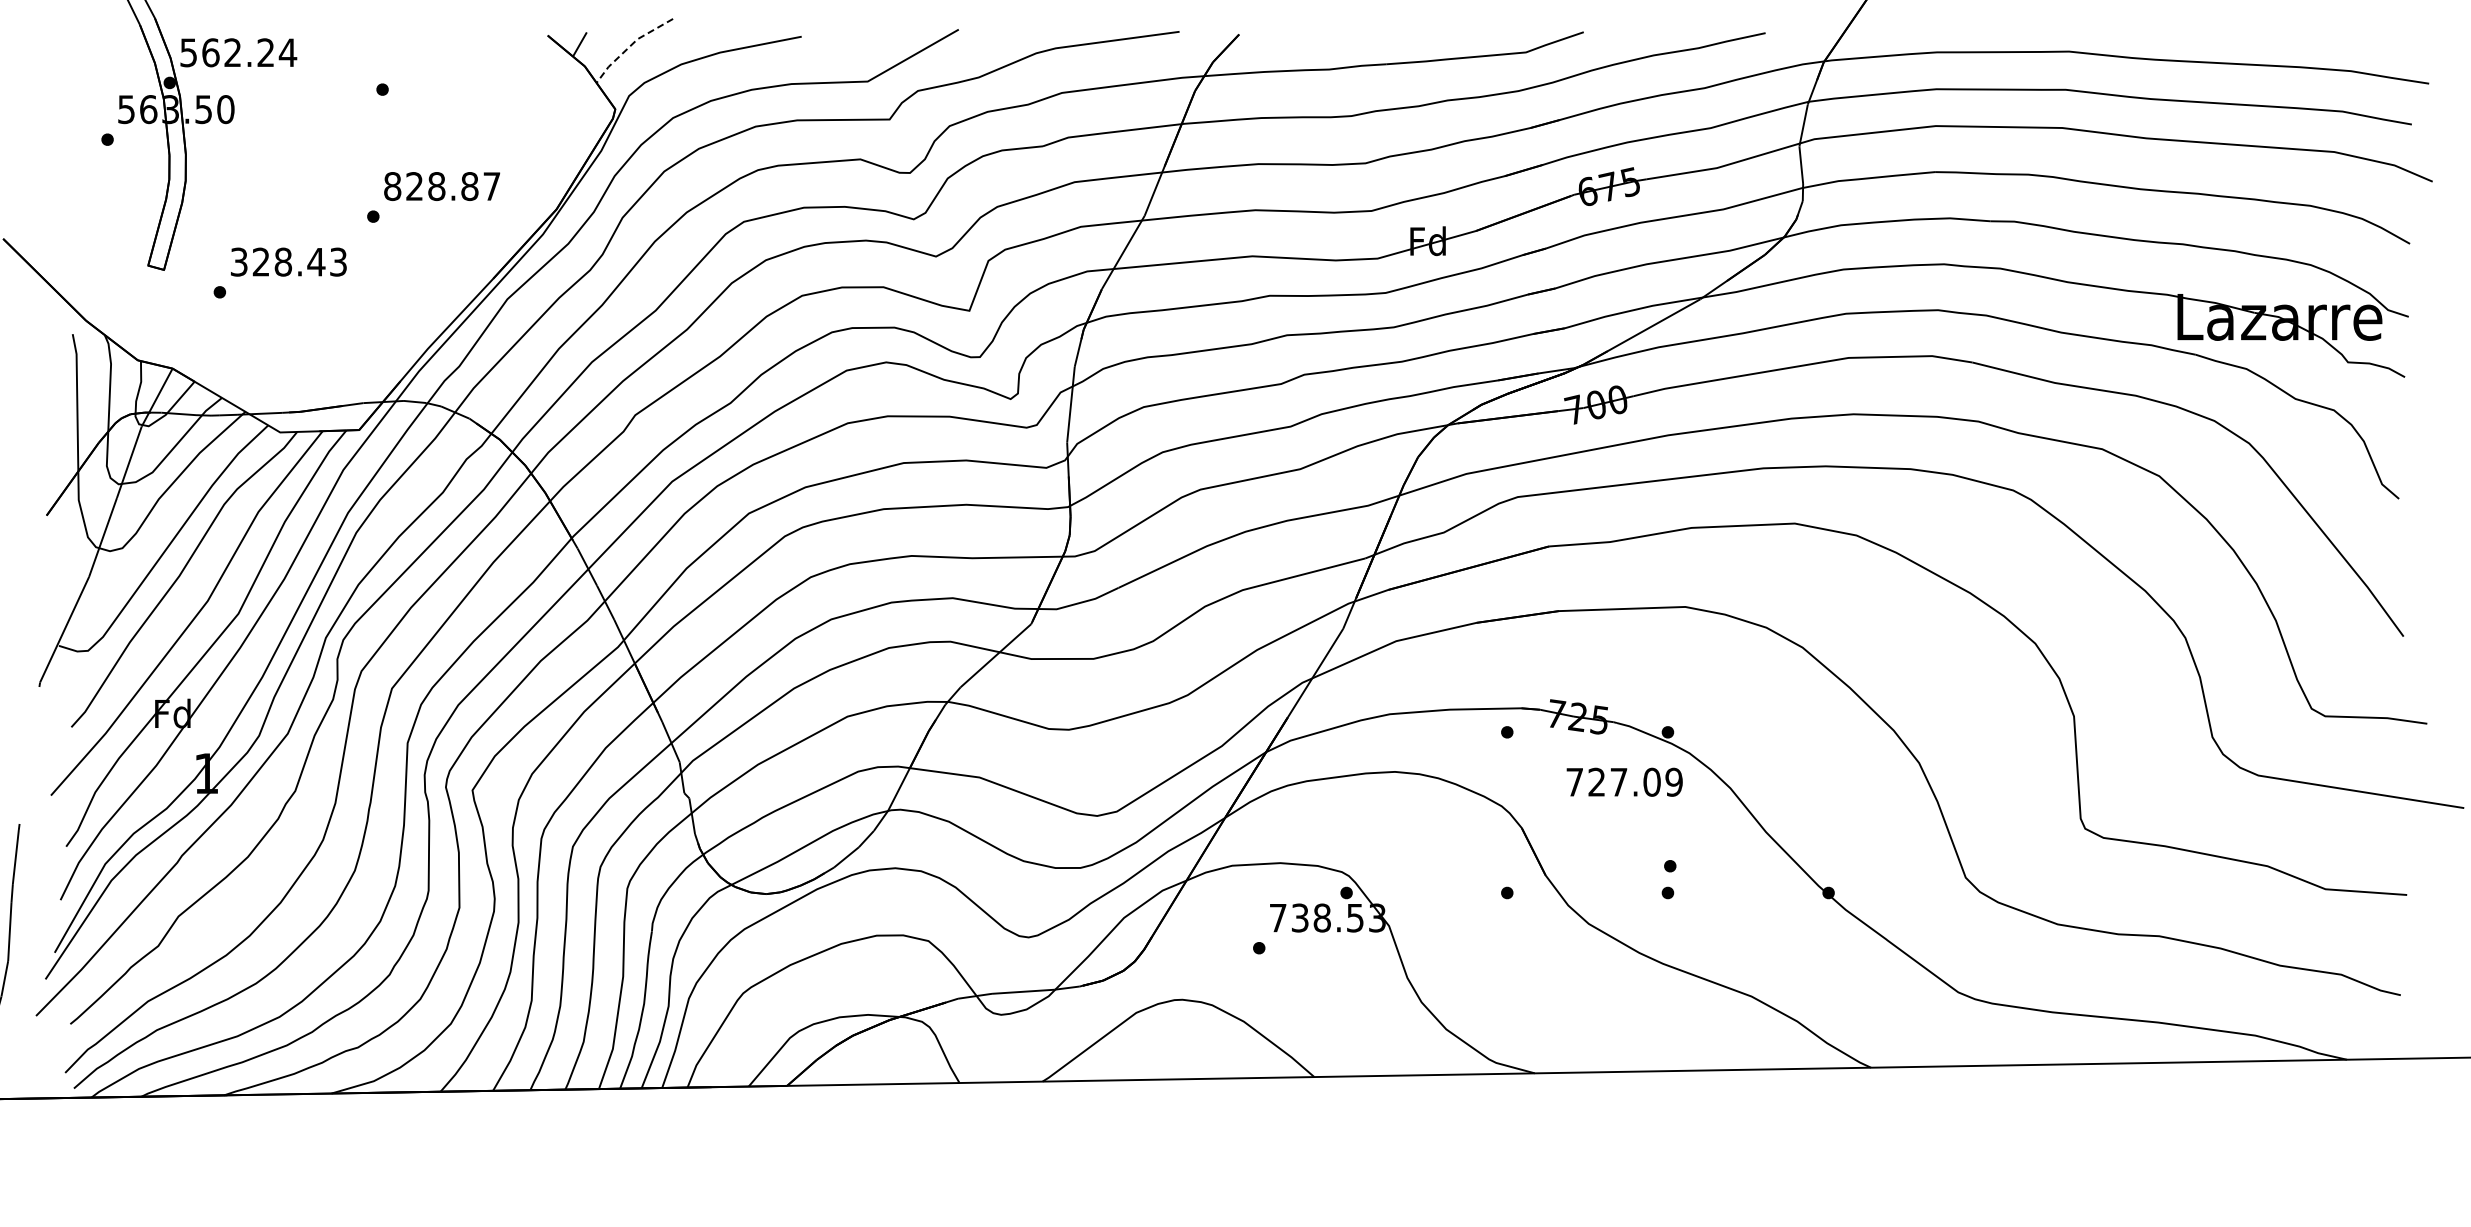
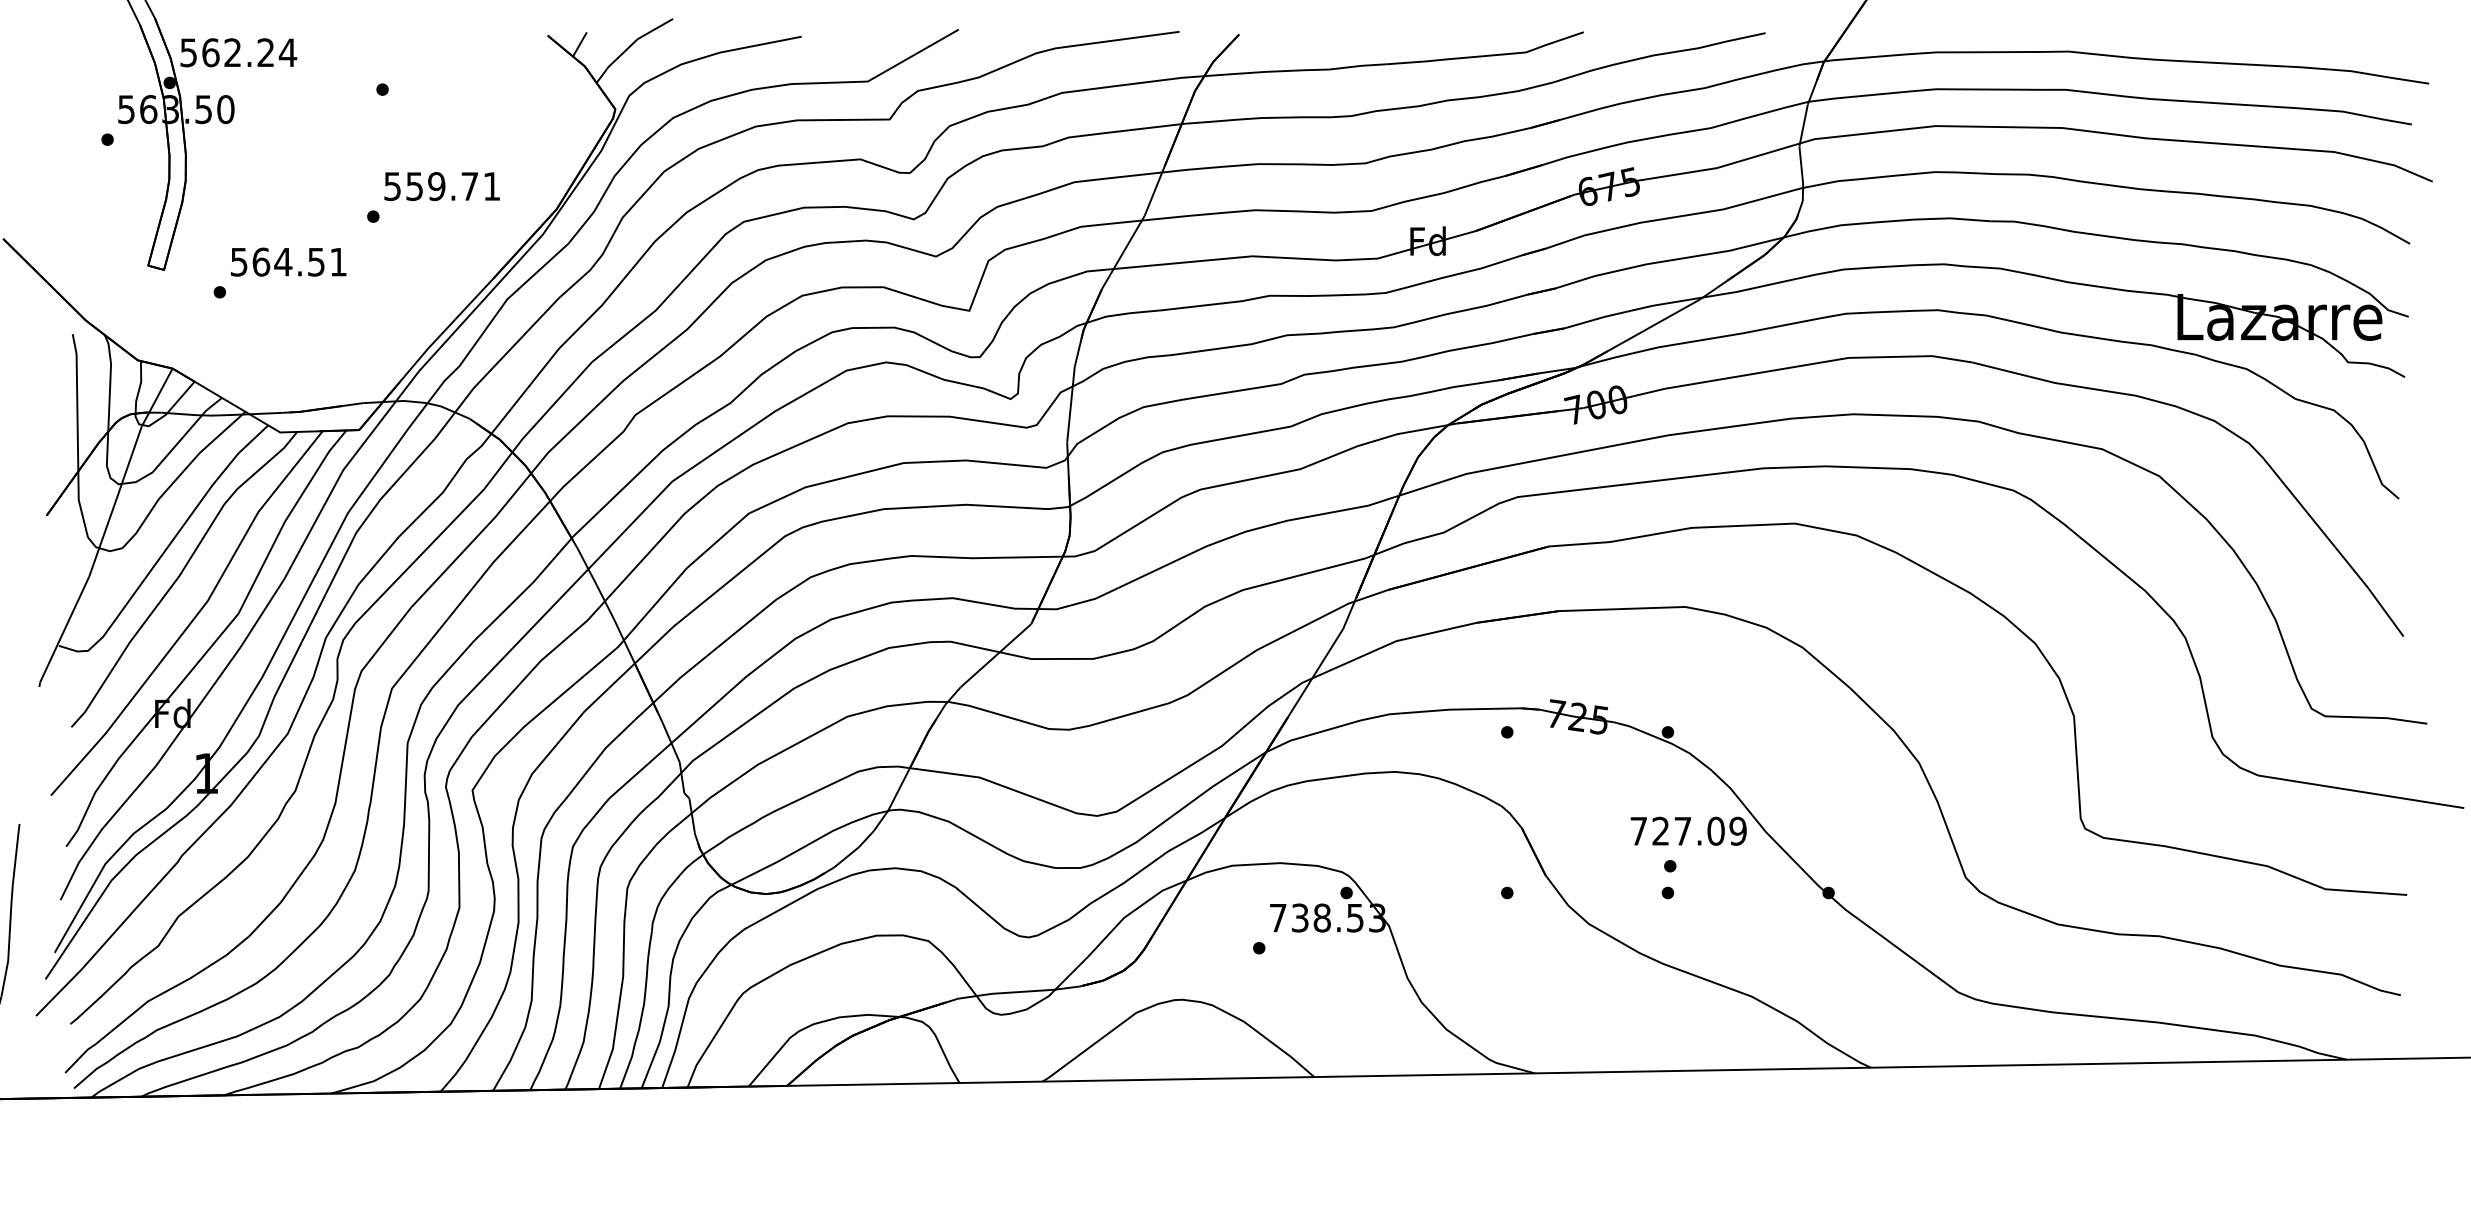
line at (630, 45): dashed -> solid
text at (442, 186): 828.87 -> 559.71
text at (288, 261): 328.43 -> 564.51
text at (1624, 781) position: (1624, 781) -> (1688, 830)
